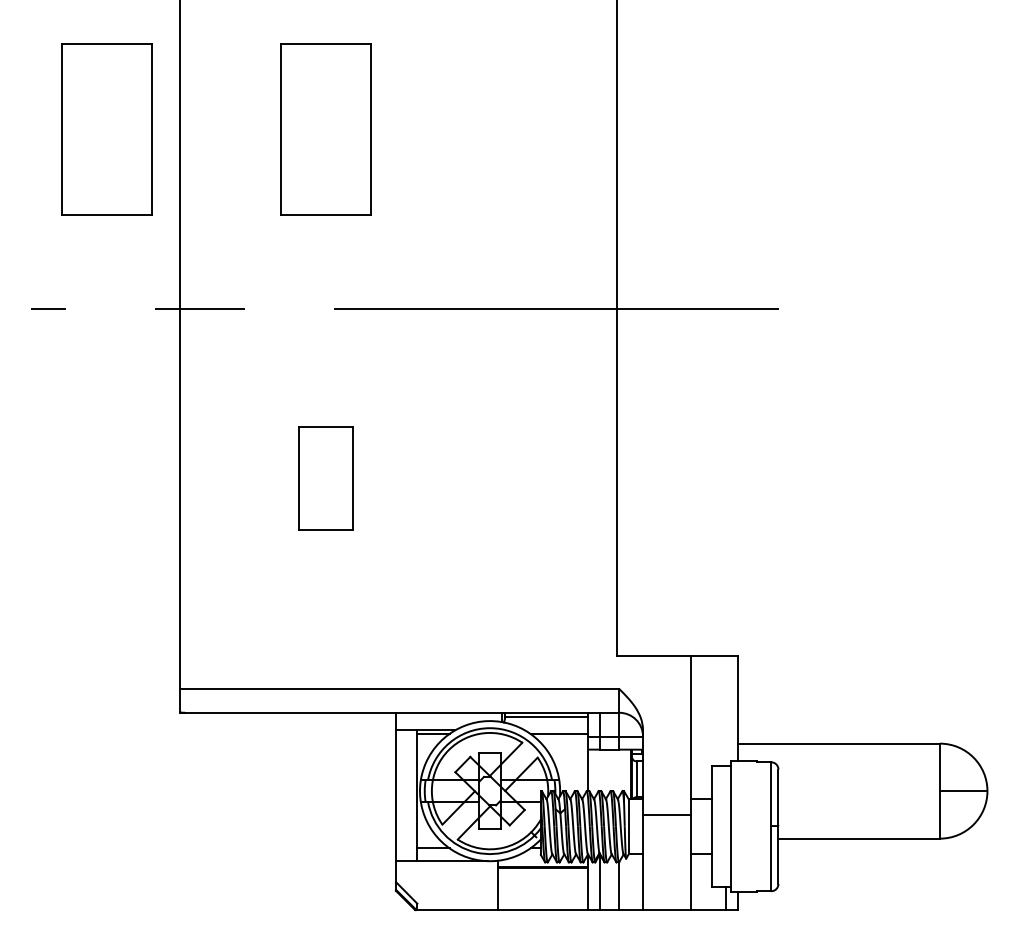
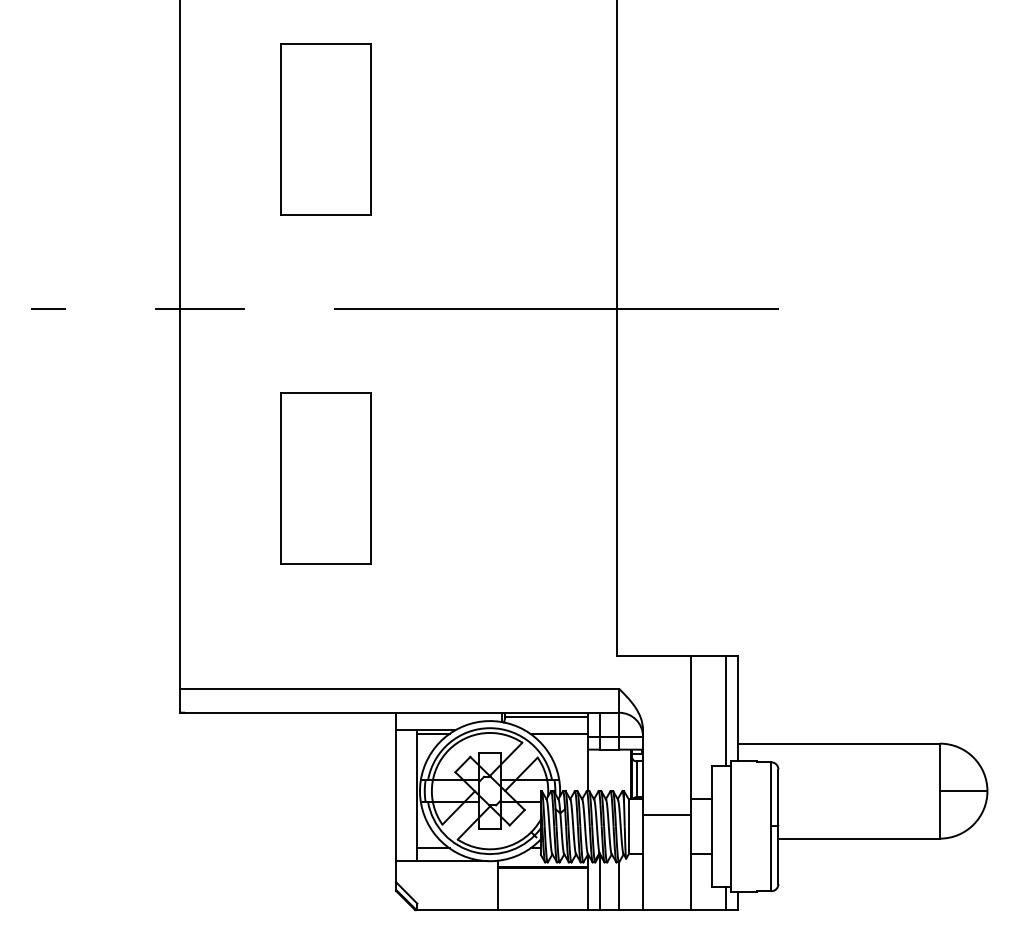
part at (106, 129): present -> none
part at (325, 478) size: 56x105 px -> 92x173 px
line at (726, 710): none -> present
